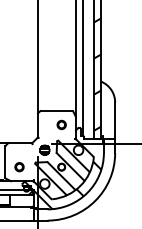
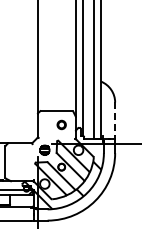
hatch at (97, 74): present -> none
line at (115, 119): solid -> dashed
part at (19, 167): present -> none
